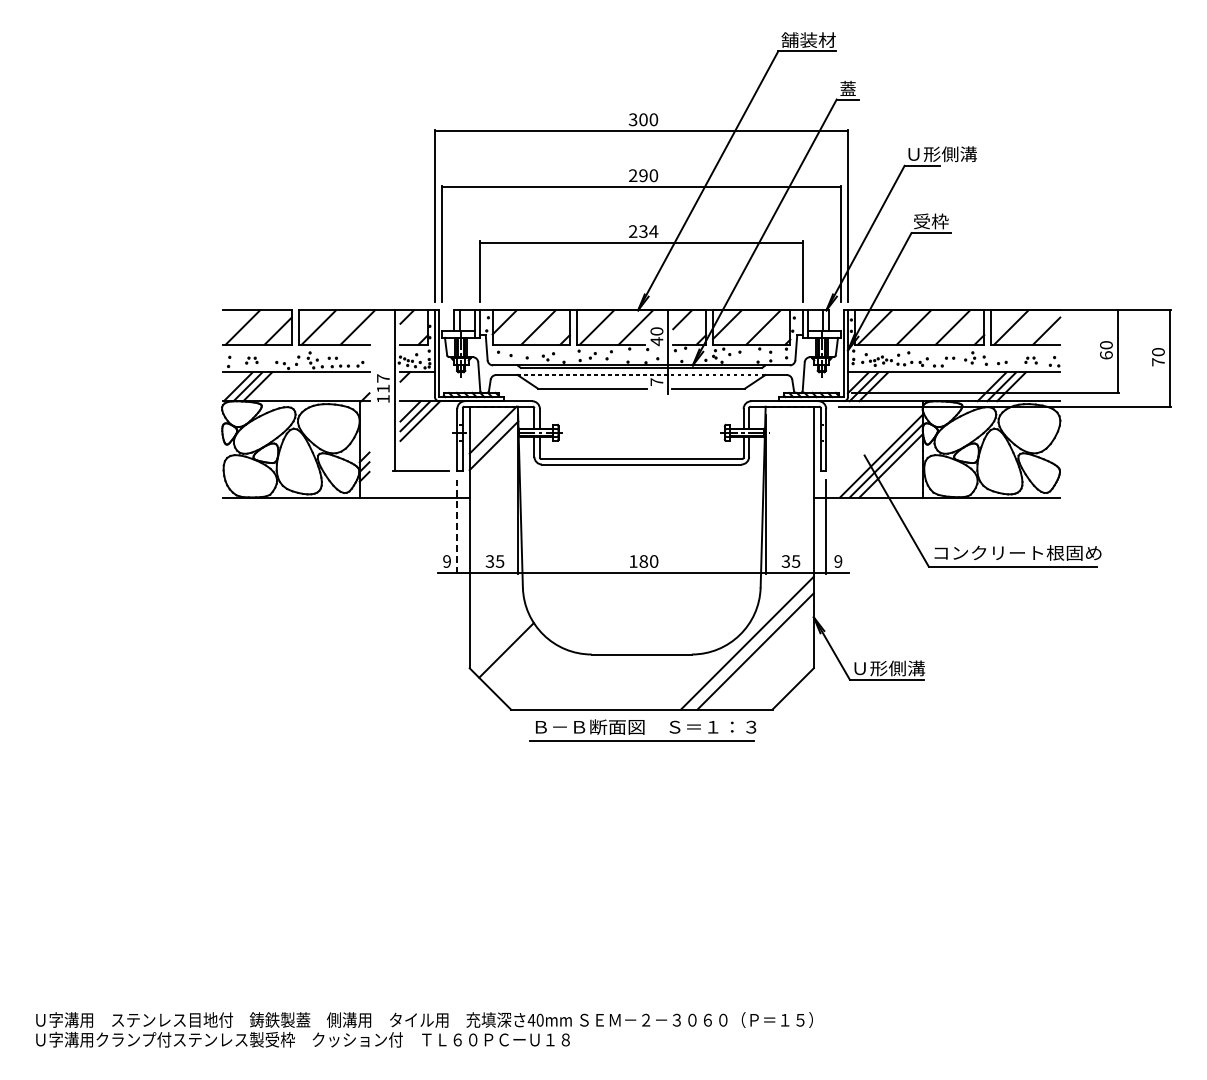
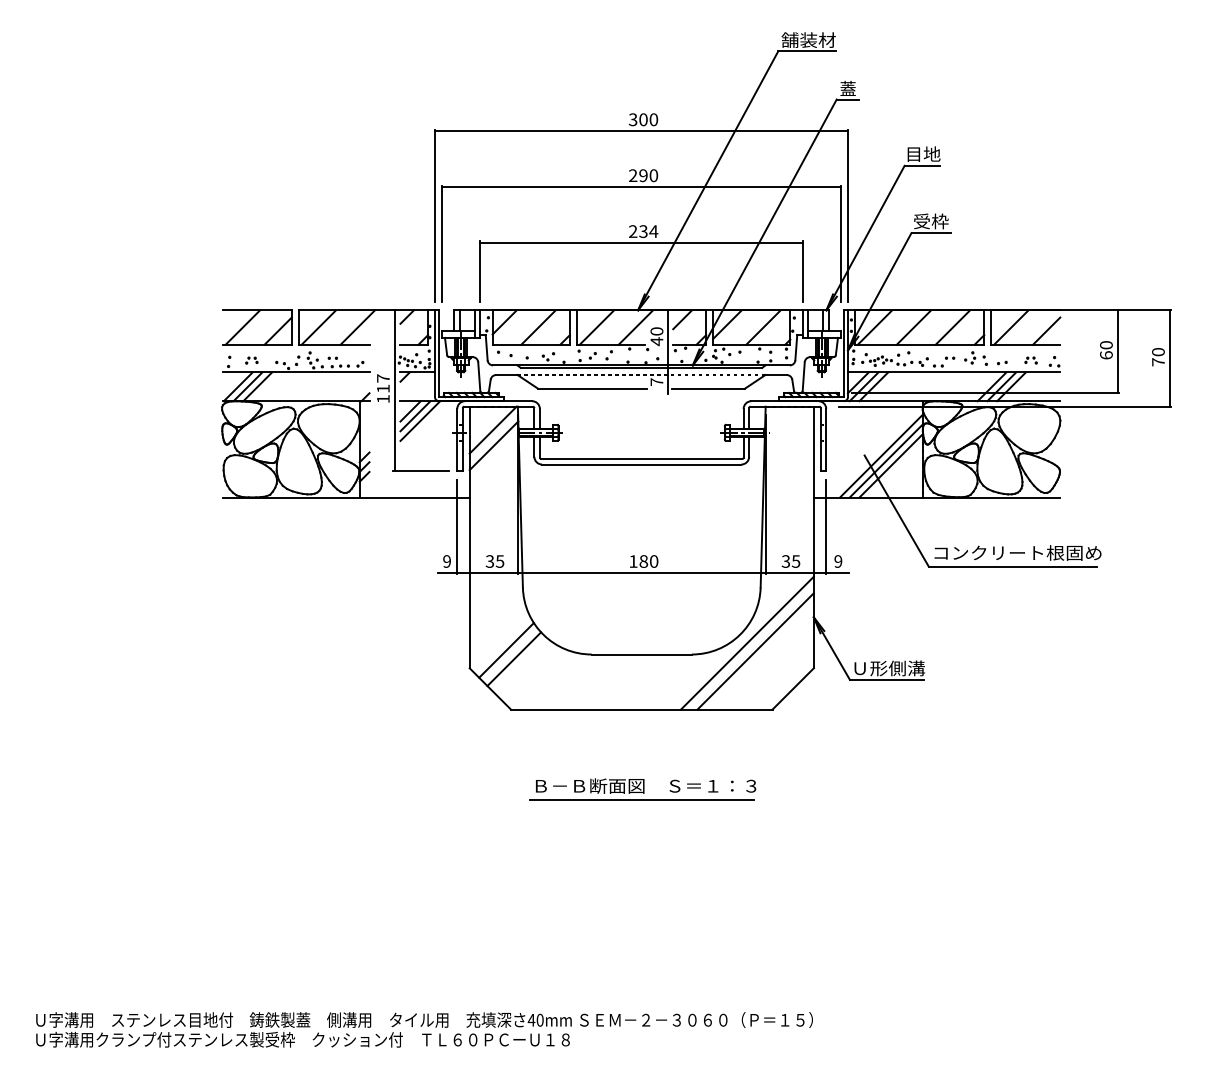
text at (942, 154): Ｕ形側溝 -> 目地
line at (457, 526): dashed -> solid
line at (514, 659): none -> present
part at (642, 730) position: (642, 730) -> (642, 789)
